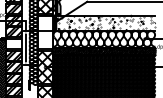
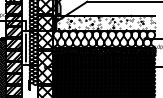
hatch at (45, 32): none -> present
hatch at (14, 43): none -> present
